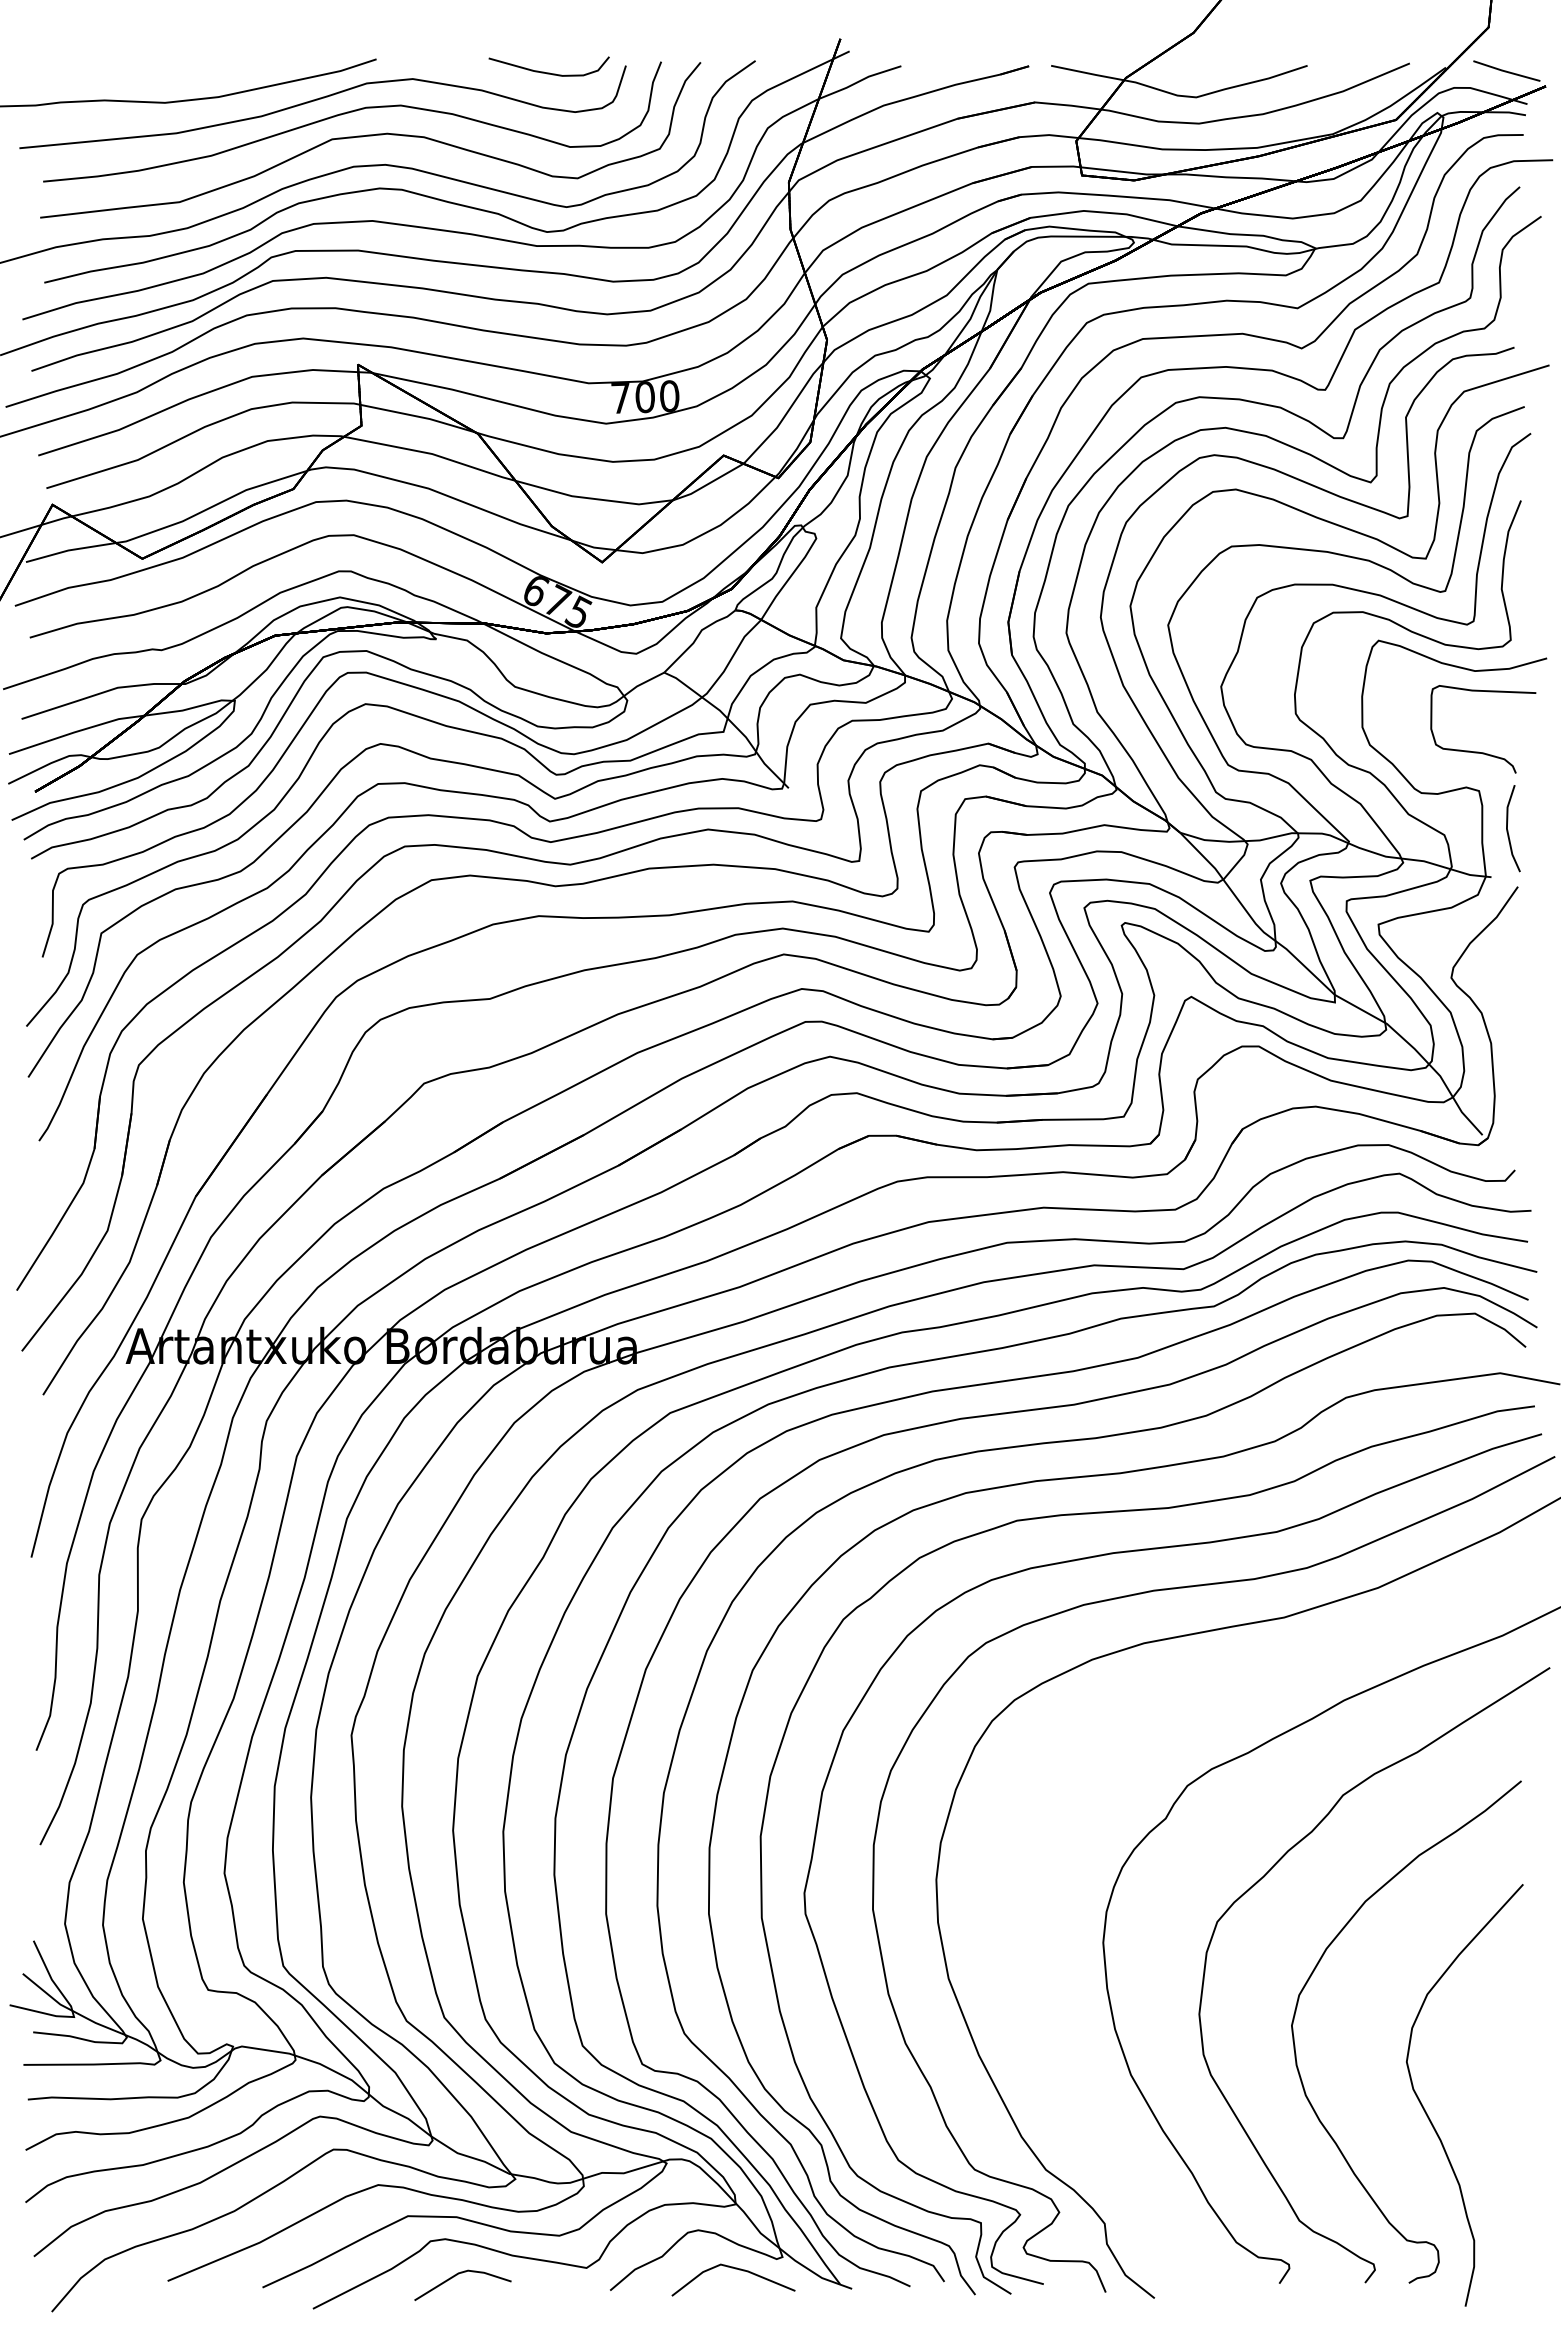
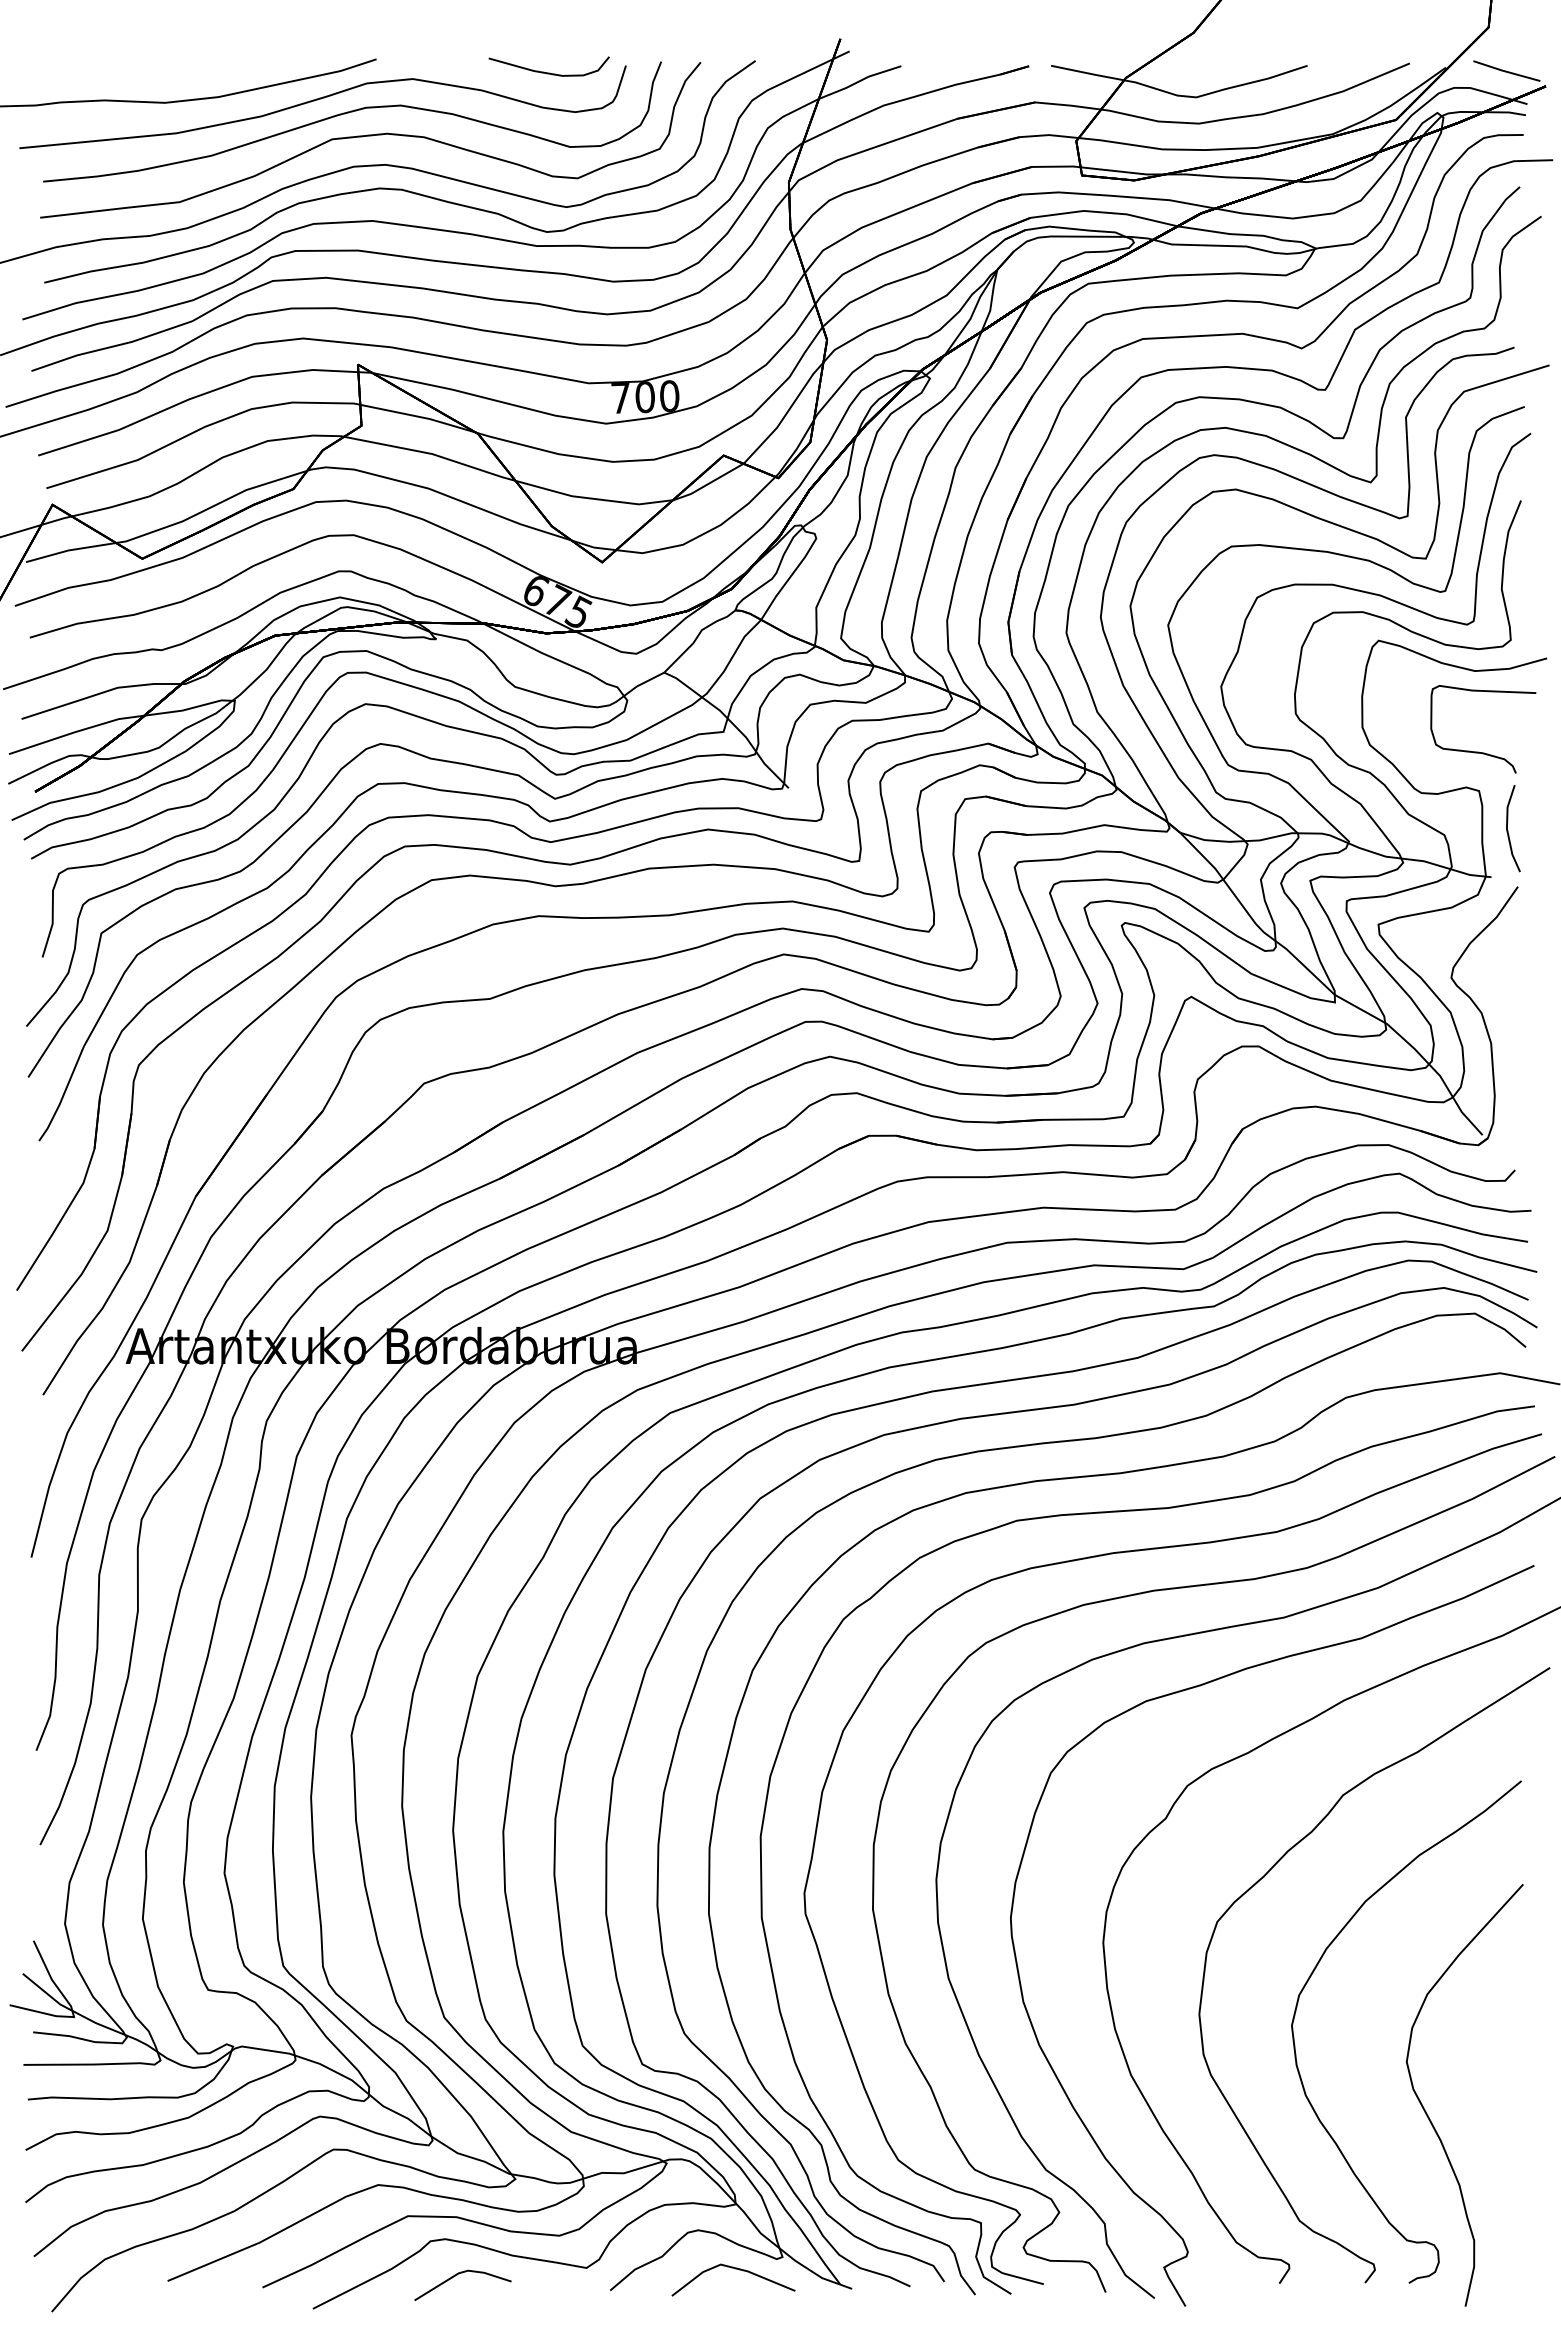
part at (1030, 2017): none -> present
